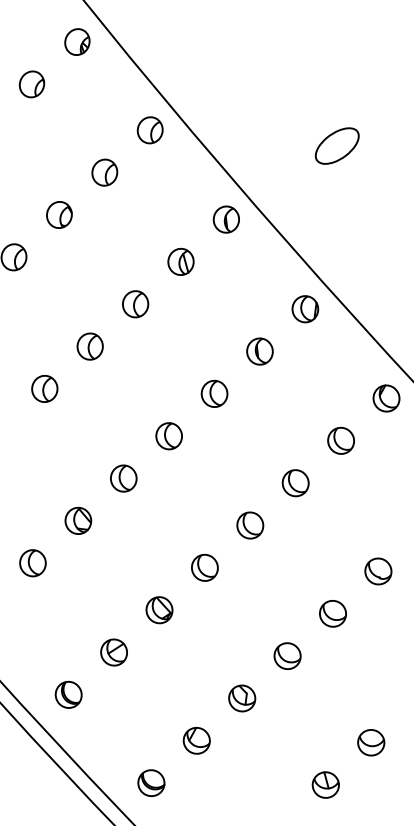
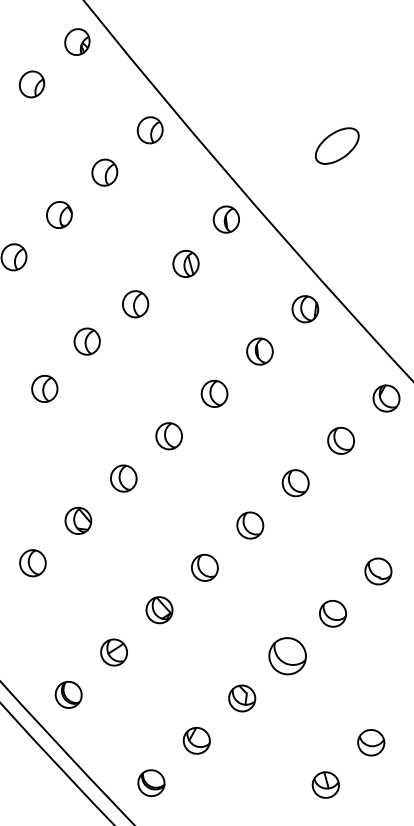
part at (180, 261) position: (180, 261) -> (185, 263)
part at (89, 346) position: (89, 346) -> (86, 341)
part at (287, 655) size: 29x28 px -> 39x39 px
